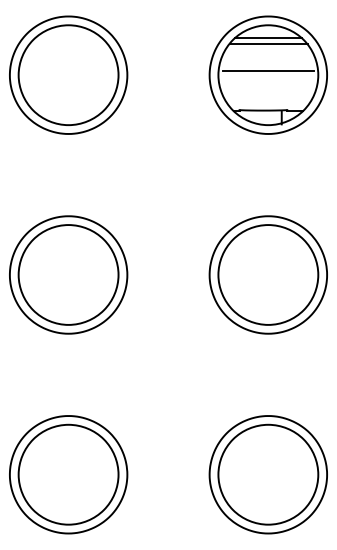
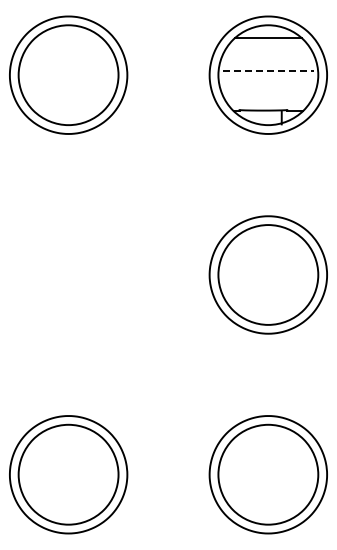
line at (268, 44): present -> none
line at (268, 70): solid -> dashed
part at (68, 274): present -> none
